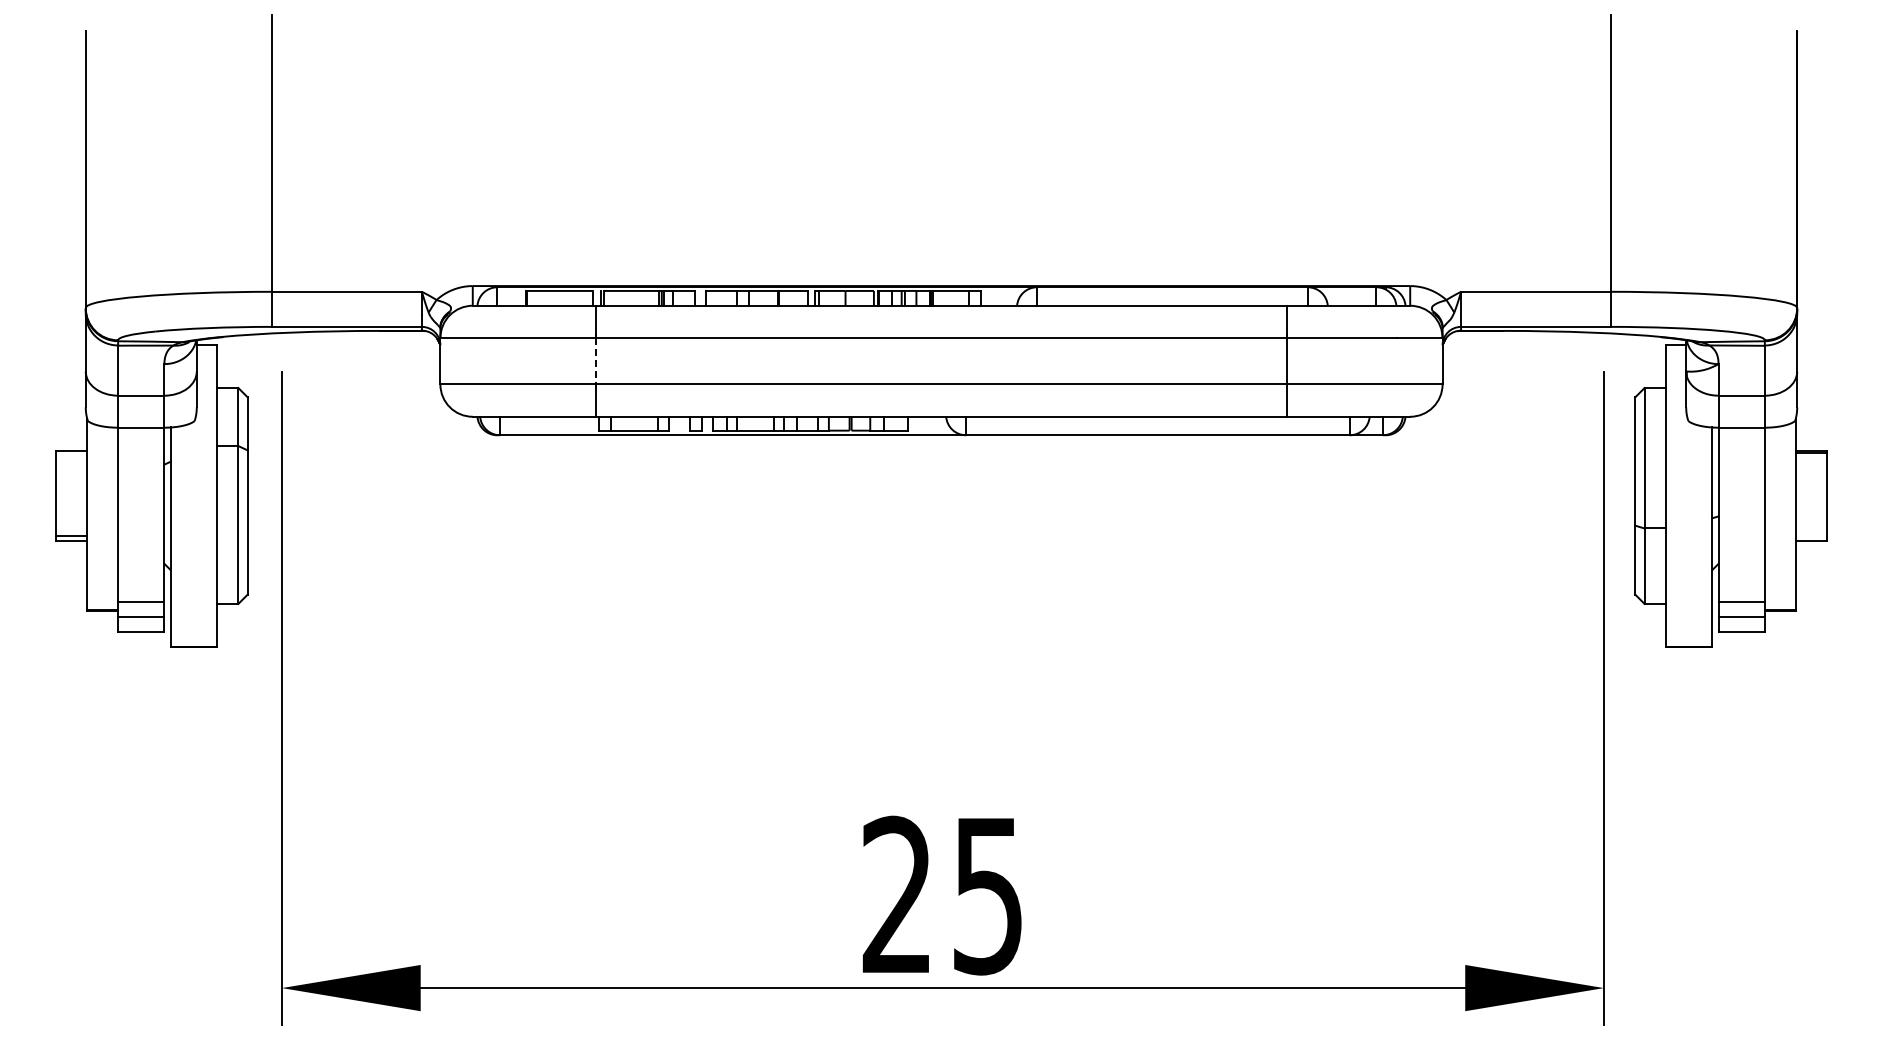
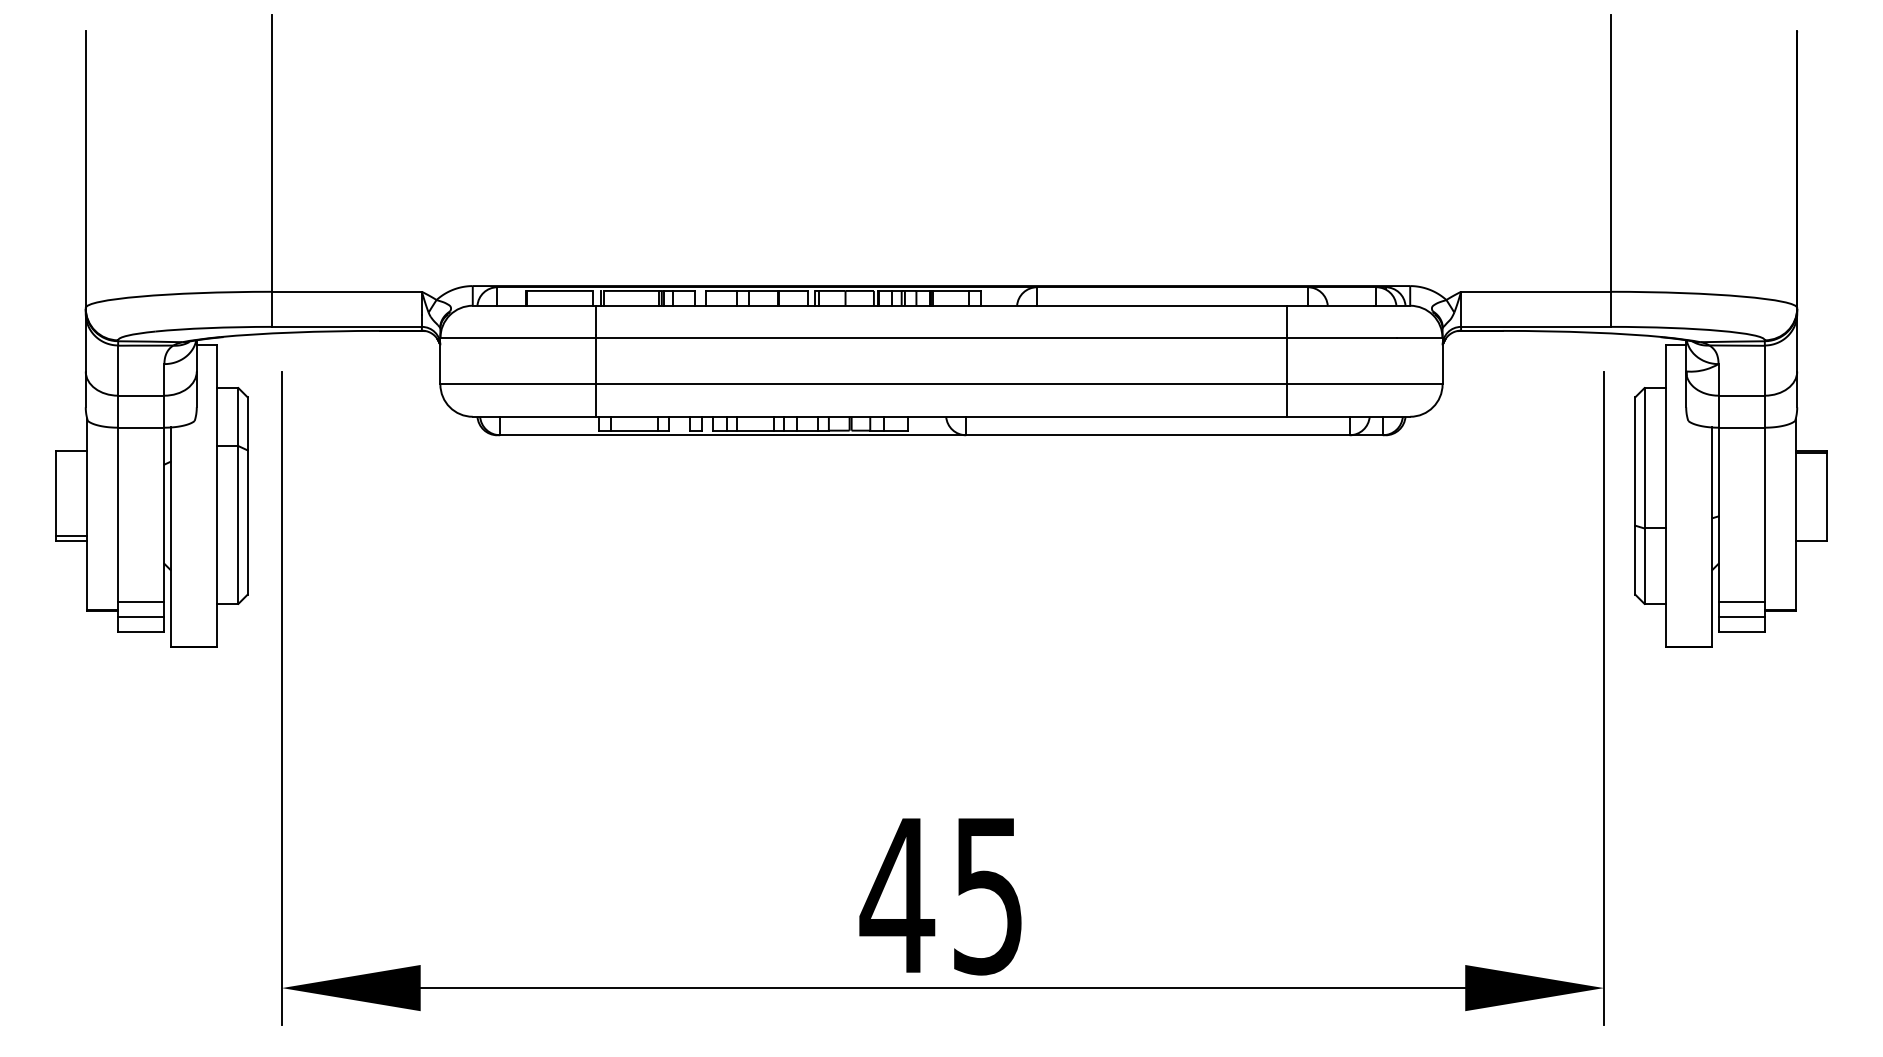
line at (596, 361): dashed -> solid
text at (897, 893): 25 -> 45
